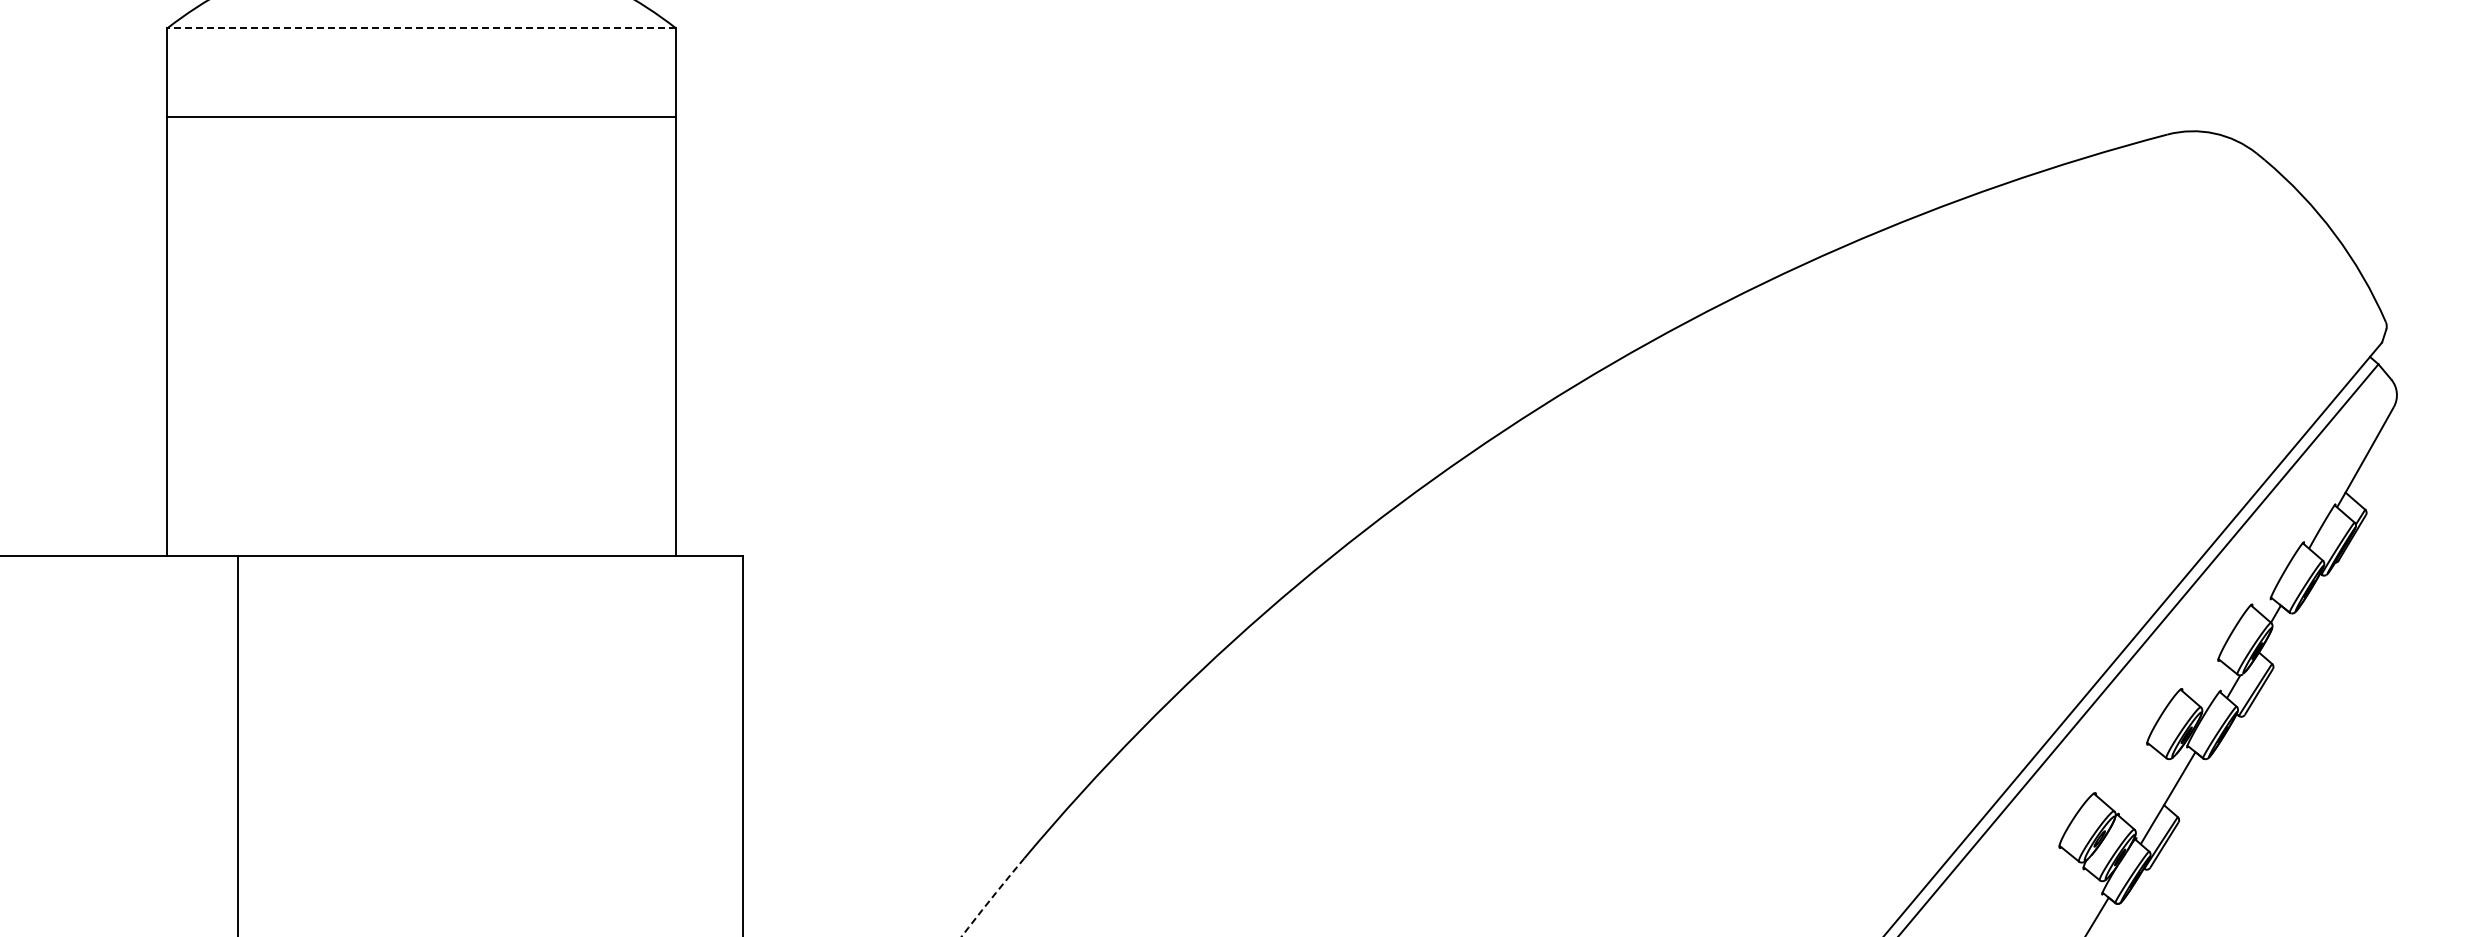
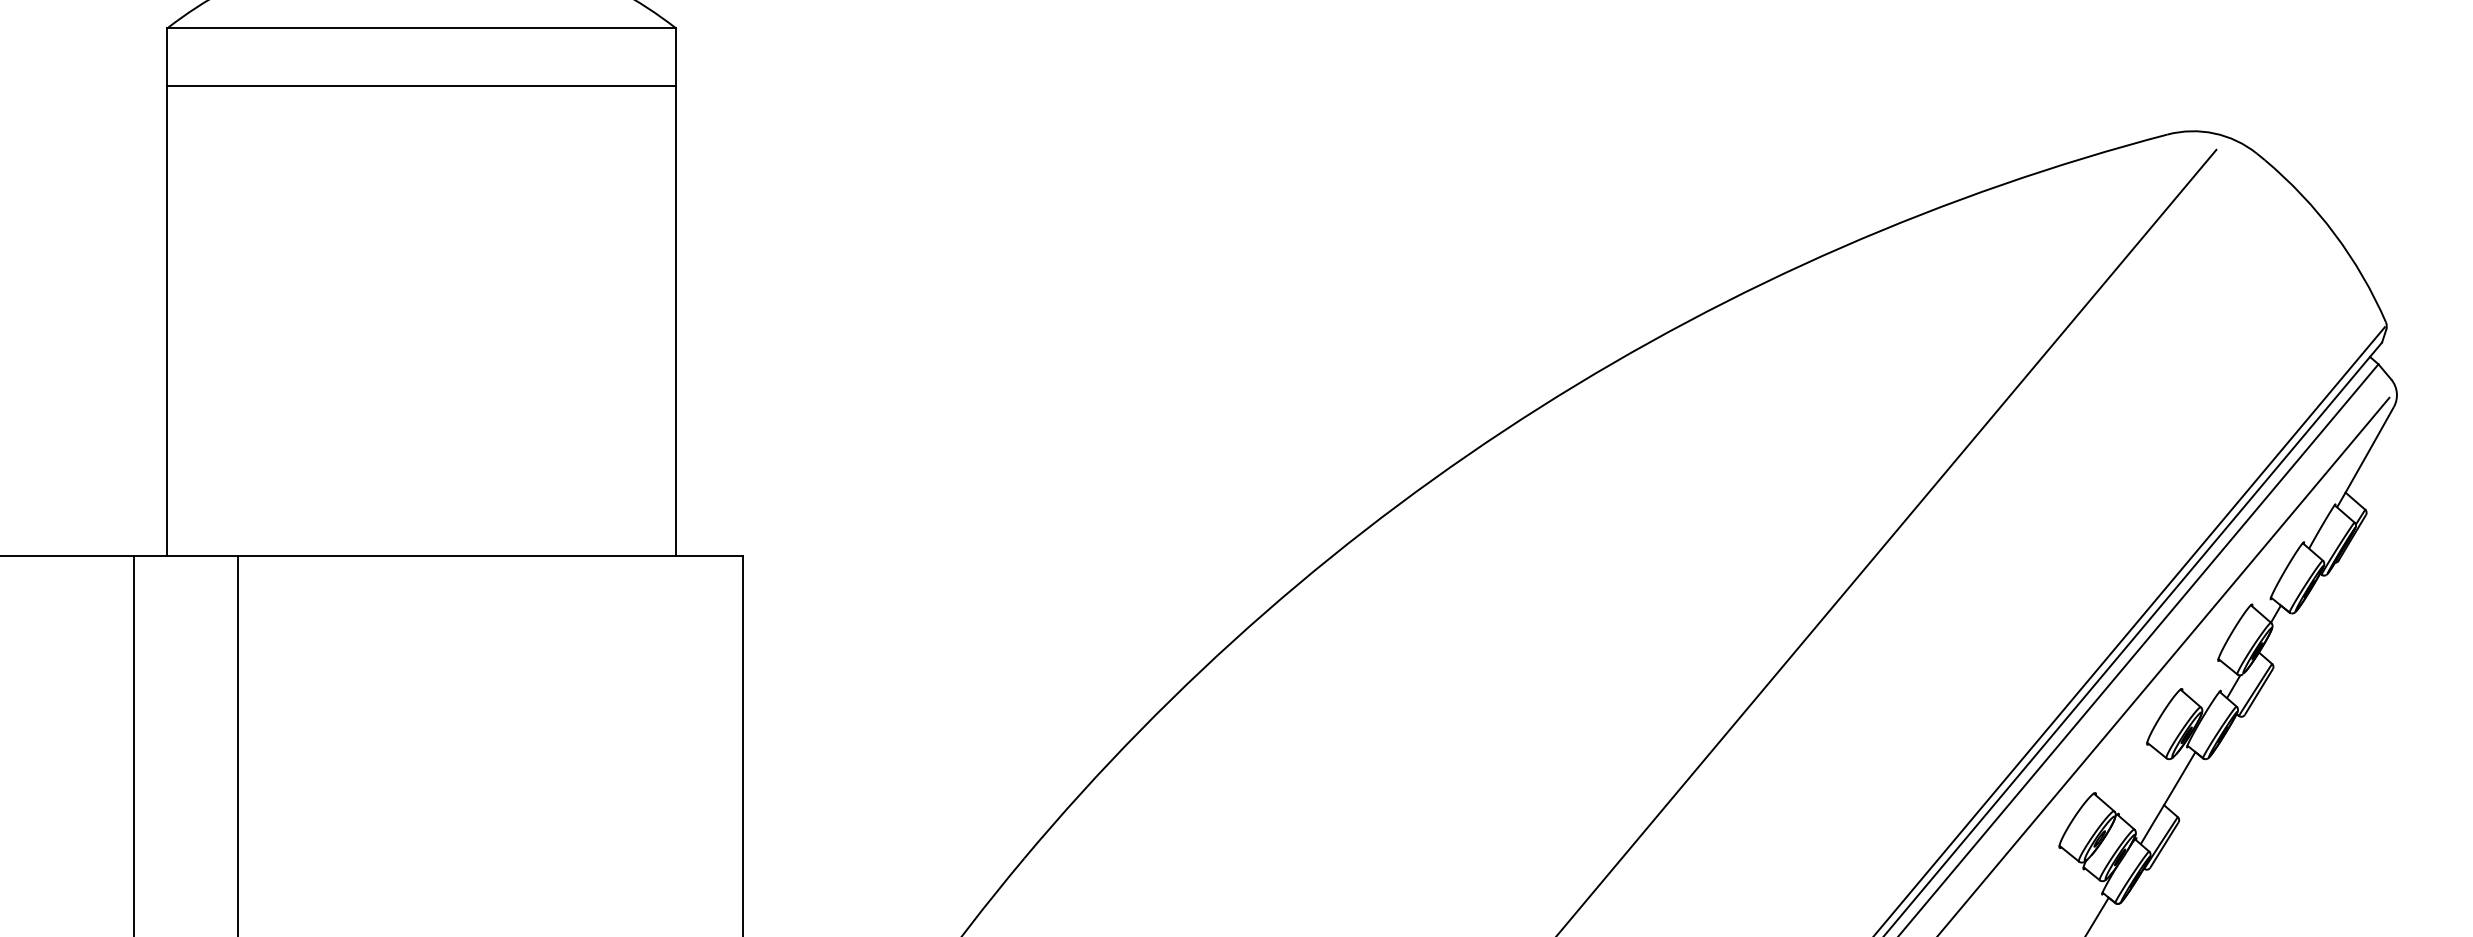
line at (421, 28): dashed -> solid
line at (421, 117) position: (421, 117) -> (421, 86)
line at (1887, 541): none -> present
line at (2129, 630): none -> present
line at (2164, 665): none -> present
line at (134, 744): none -> present
arc at (992, 897): dashed -> solid
